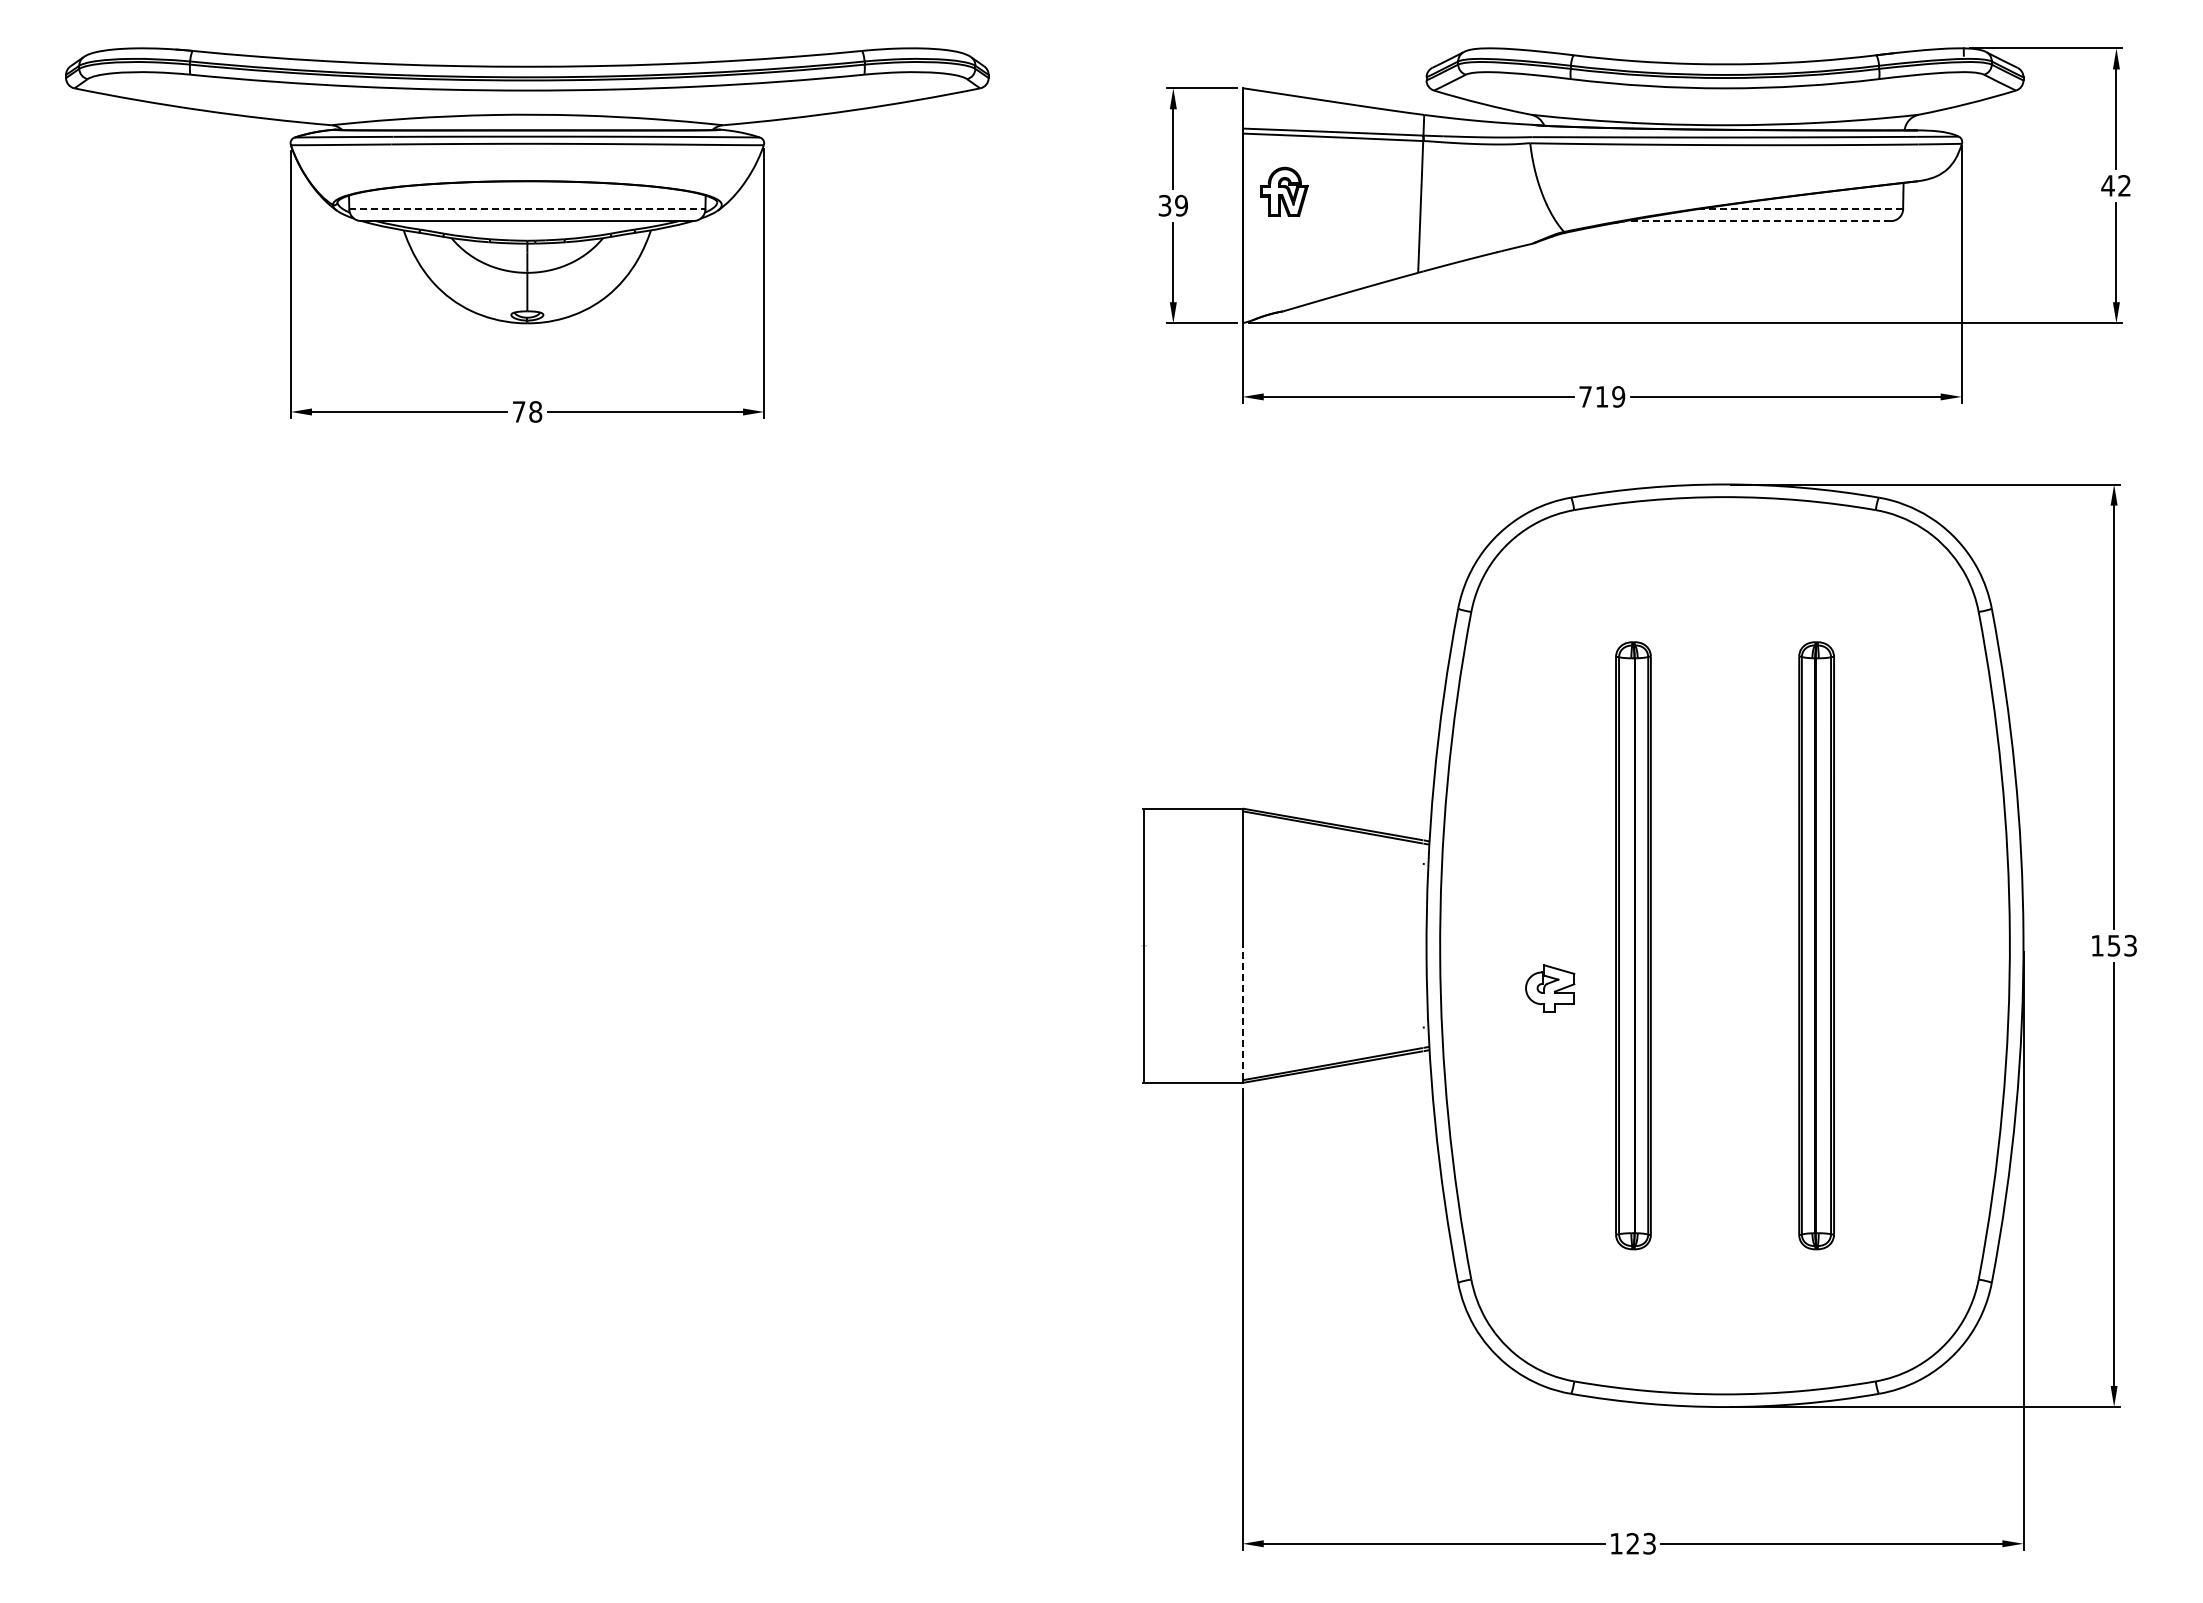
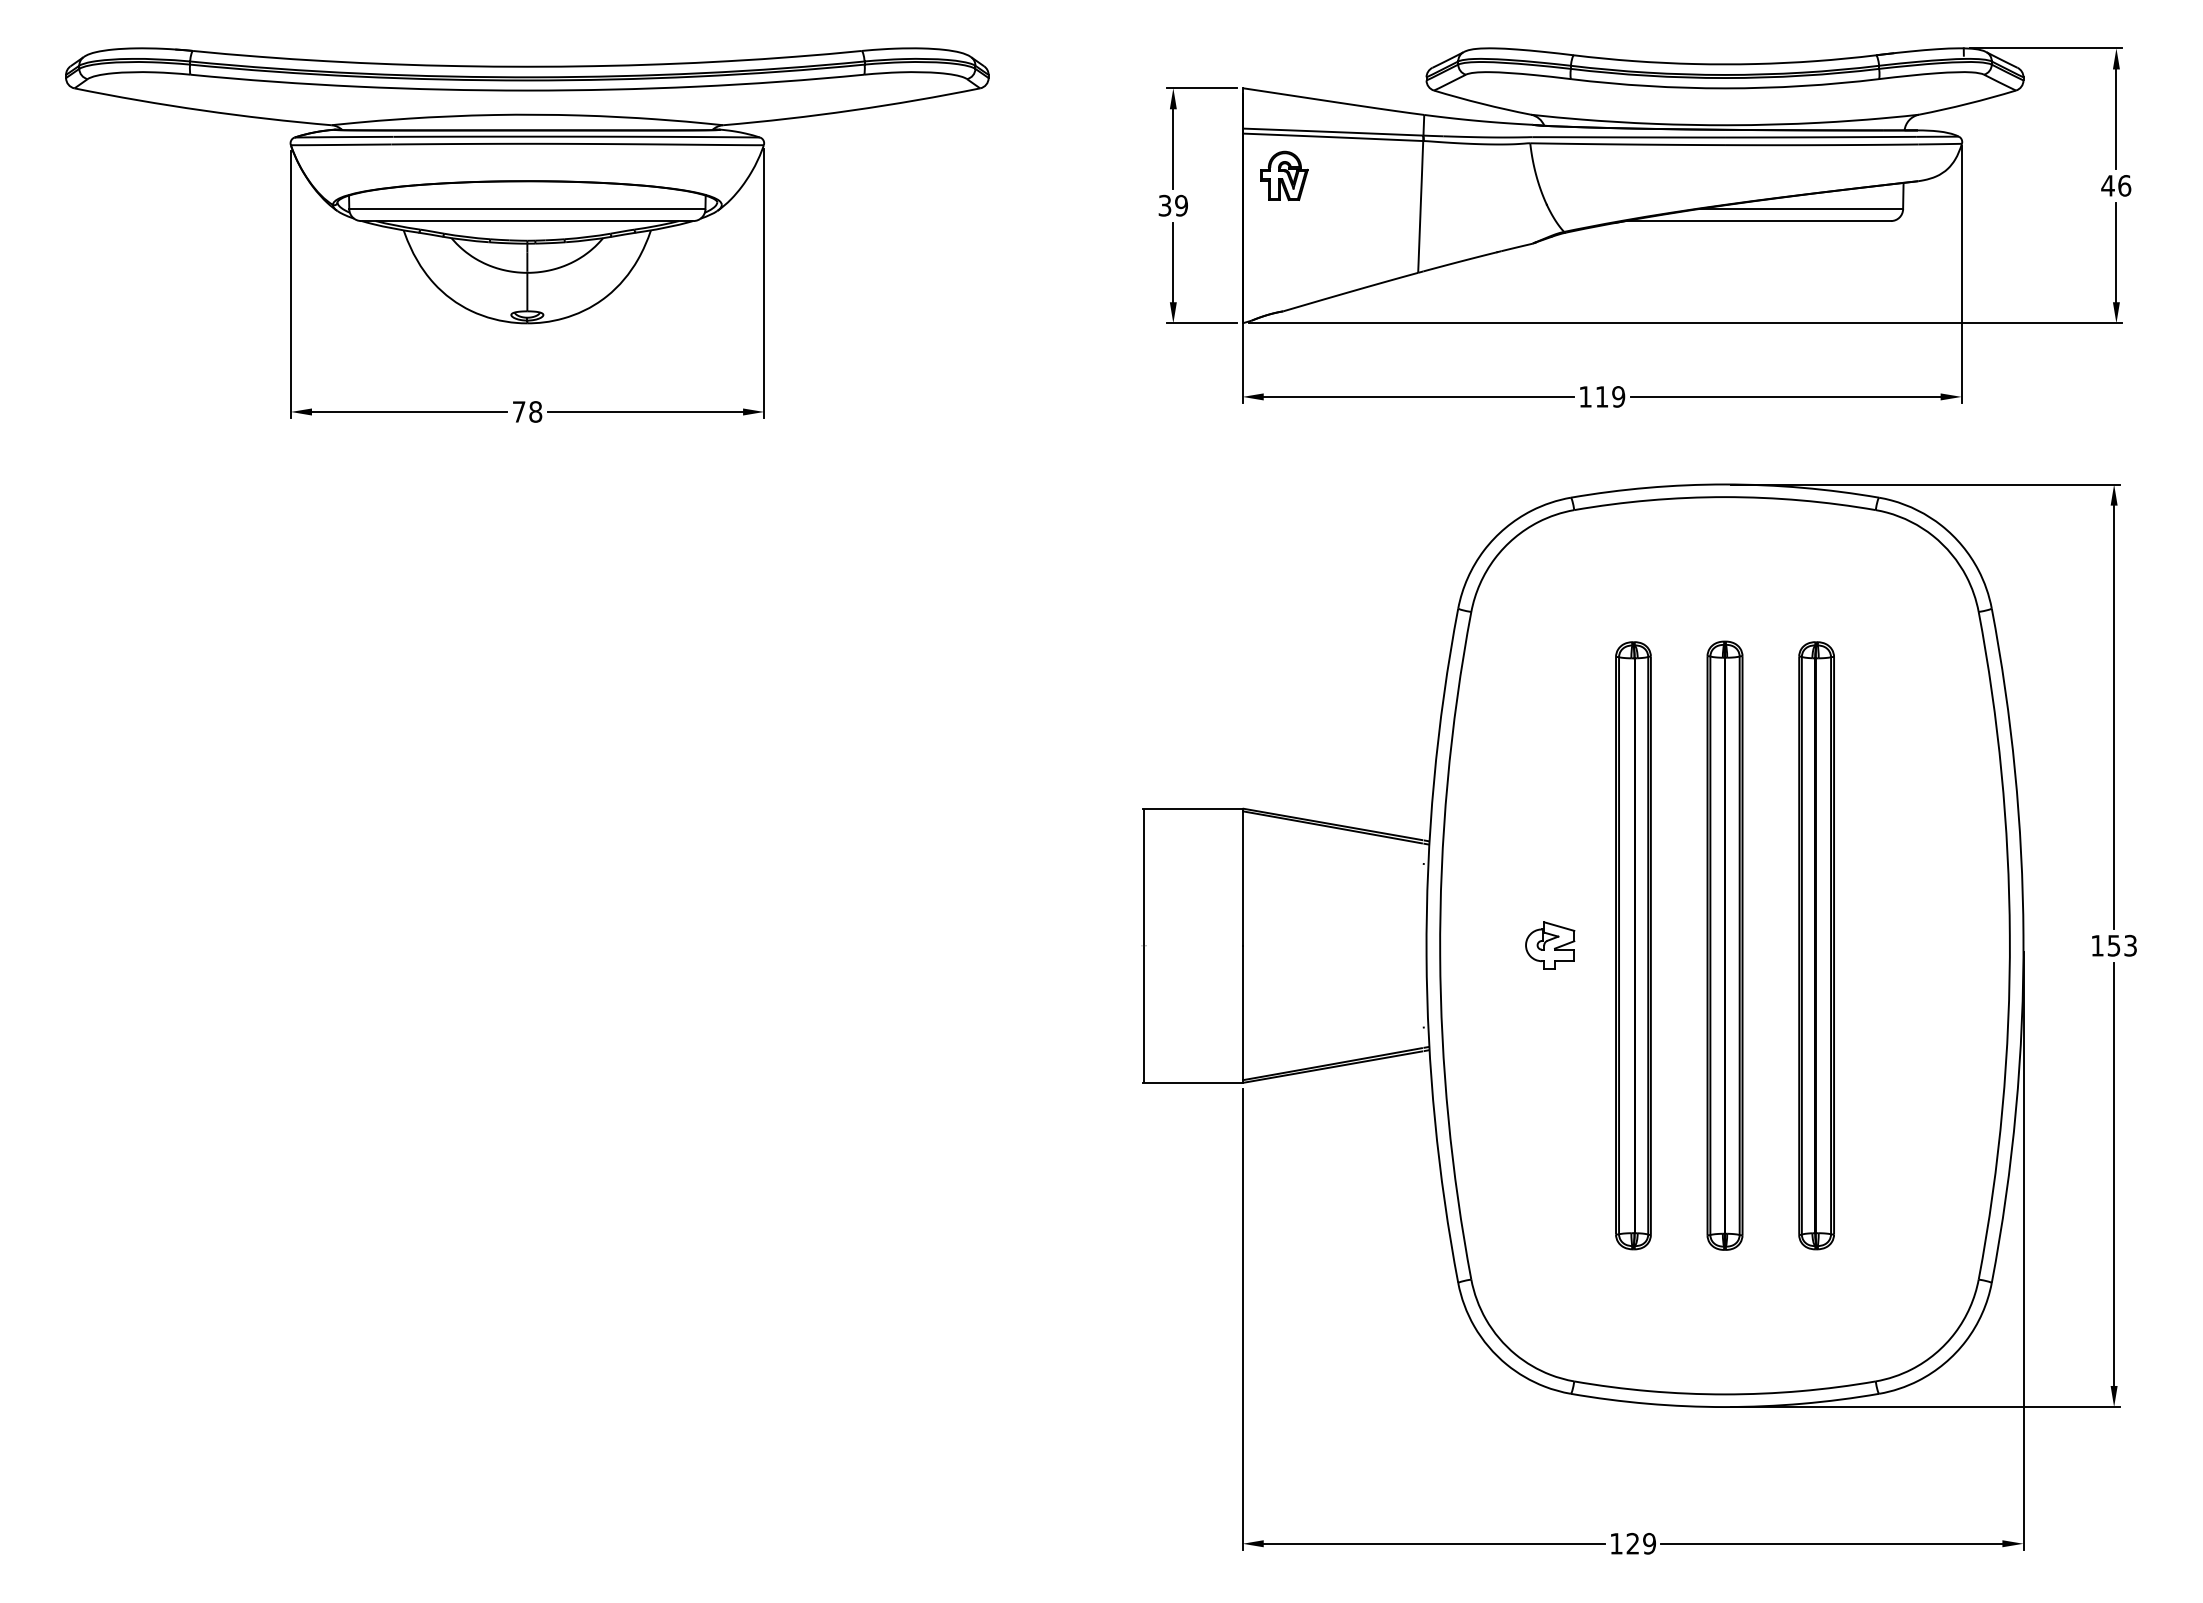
text at (2124, 185): 42 -> 46
part at (1284, 191) position: (1284, 191) -> (1284, 175)
line at (527, 209): dashed -> solid
line at (1800, 209): dashed -> solid
line at (1758, 221): dashed -> solid
text at (1585, 396): 719 -> 119
part at (1724, 945): none -> present
part at (1550, 988) position: (1550, 988) -> (1550, 945)
line at (1242, 1012): dashed -> solid
text at (1649, 1543): 123 -> 129
